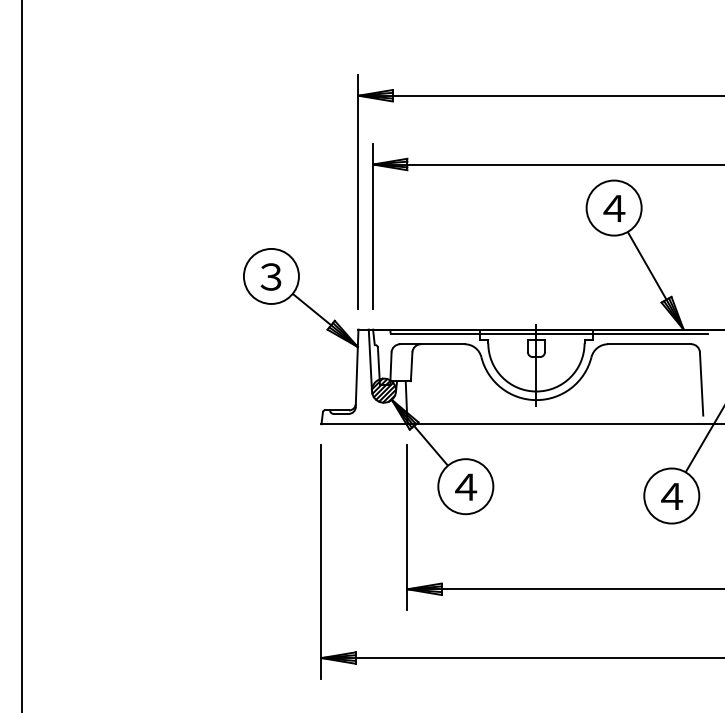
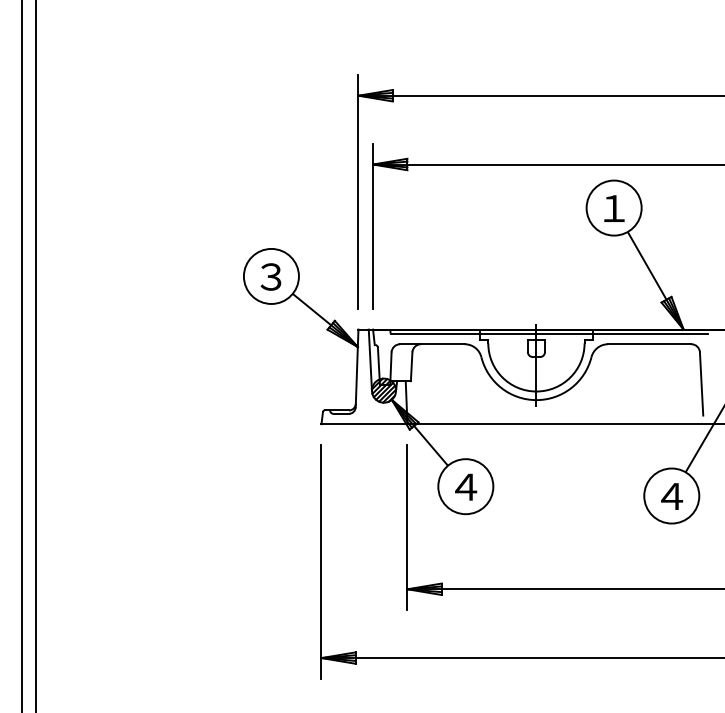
text at (614, 208): ４ -> １
line at (35, 355): none -> present
